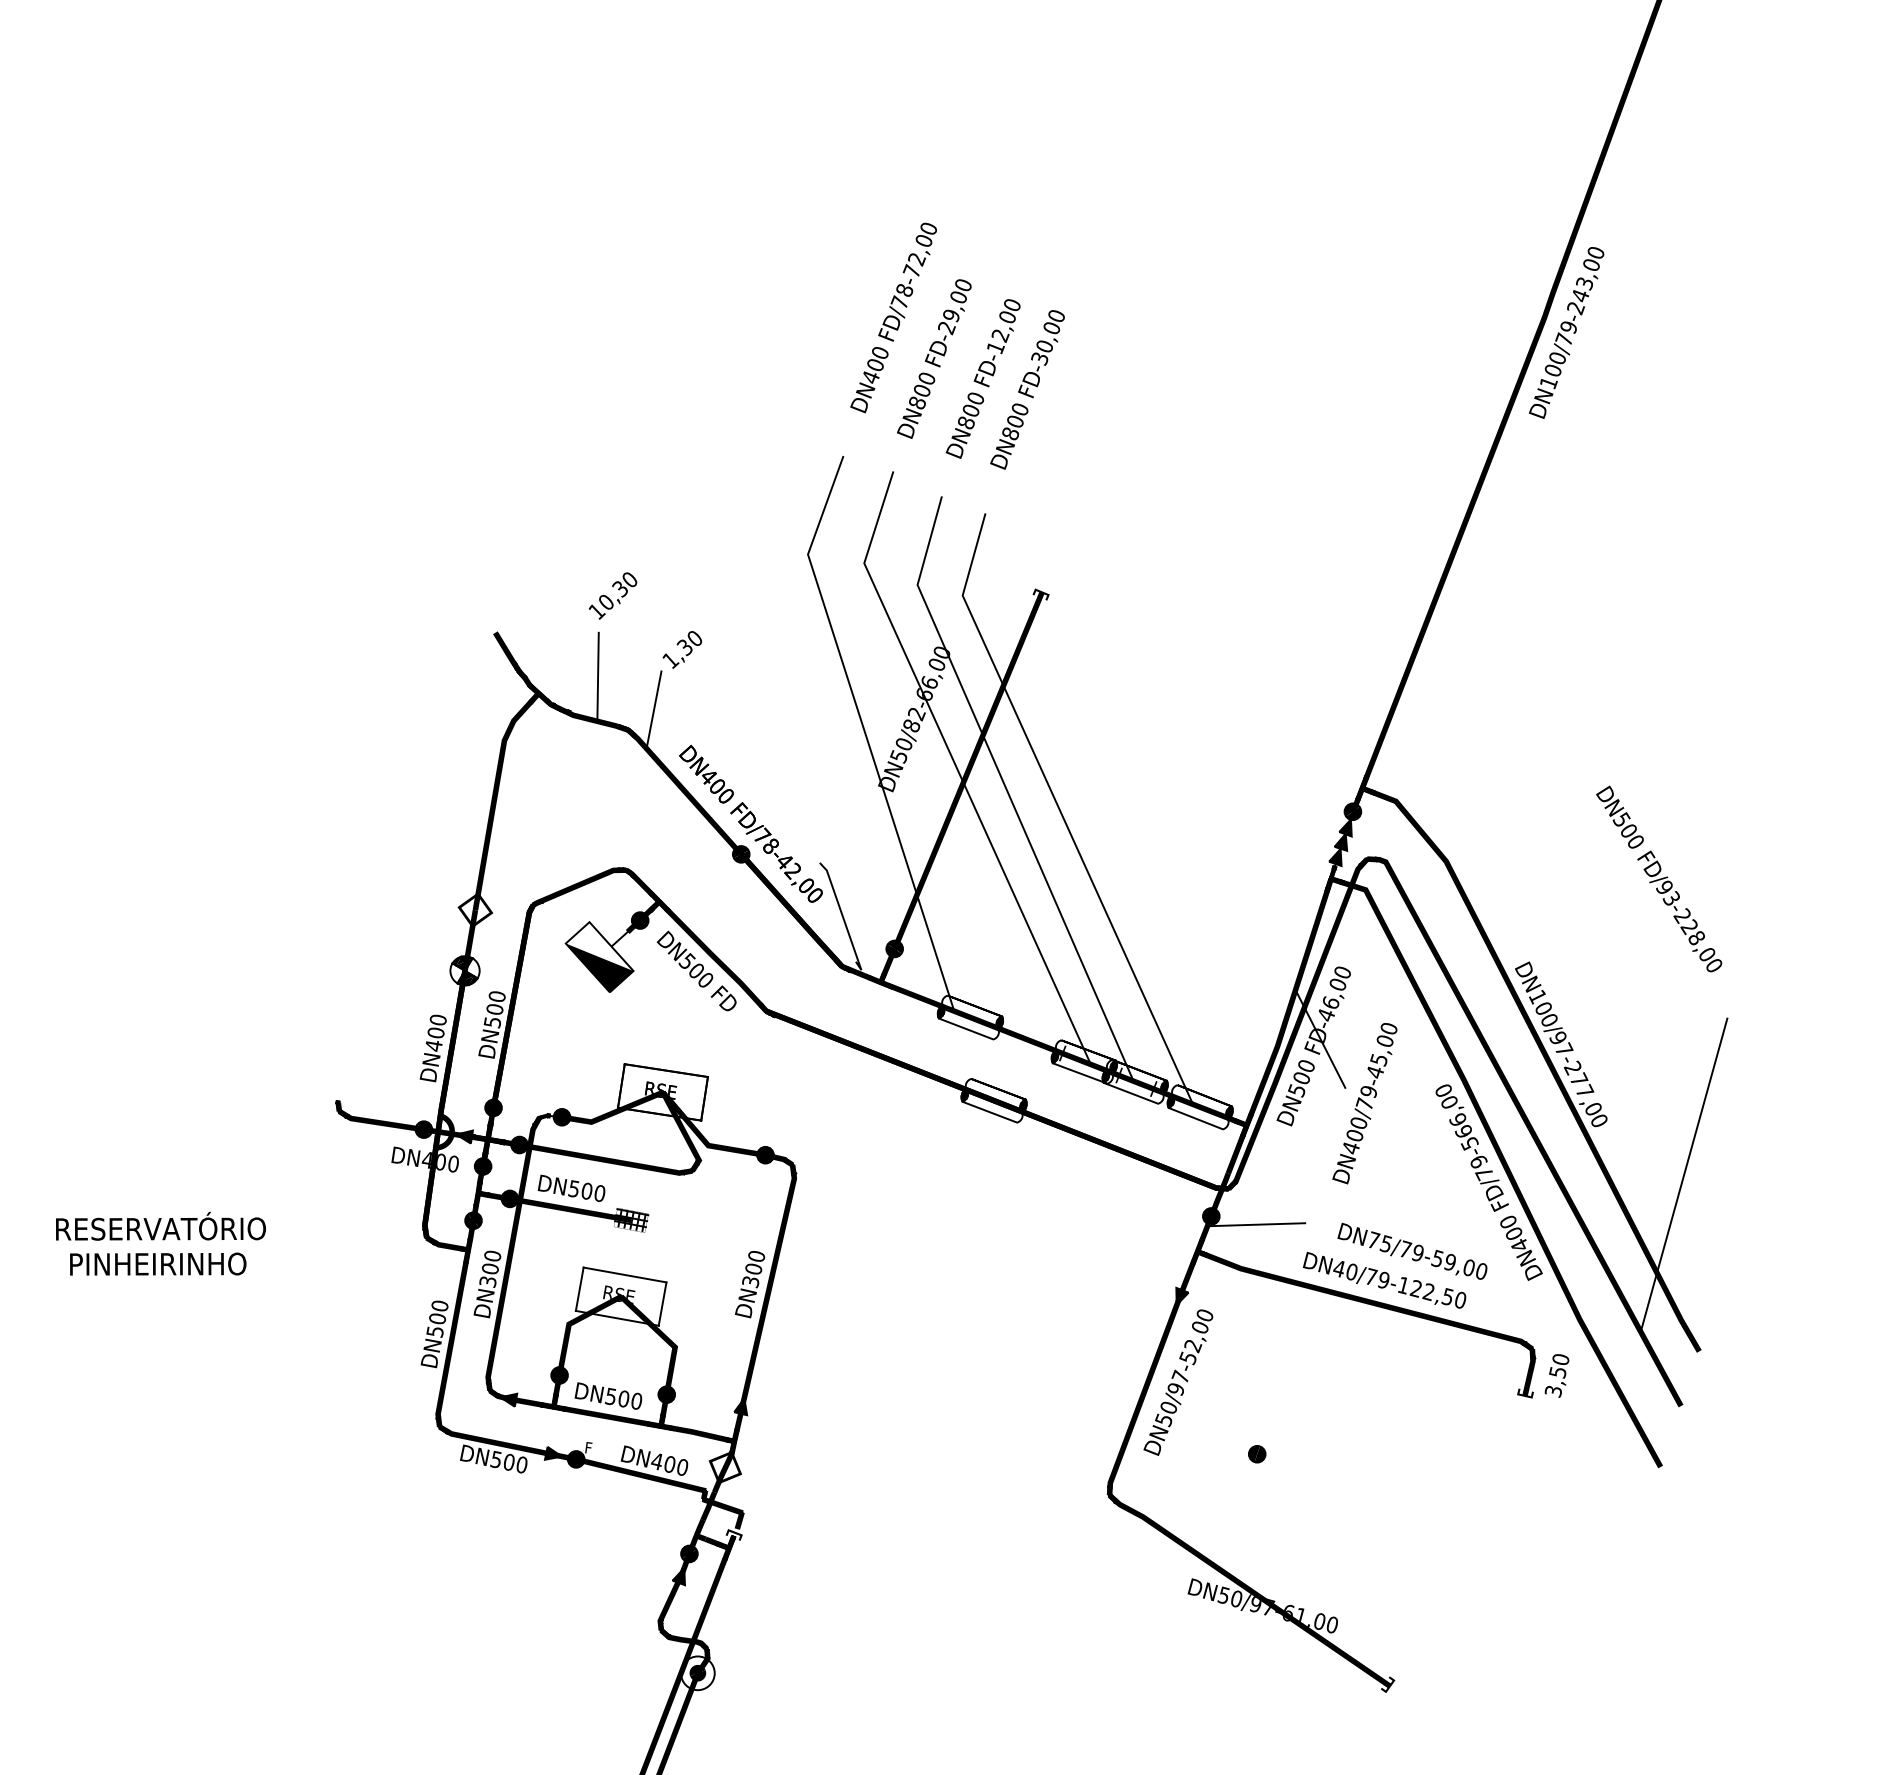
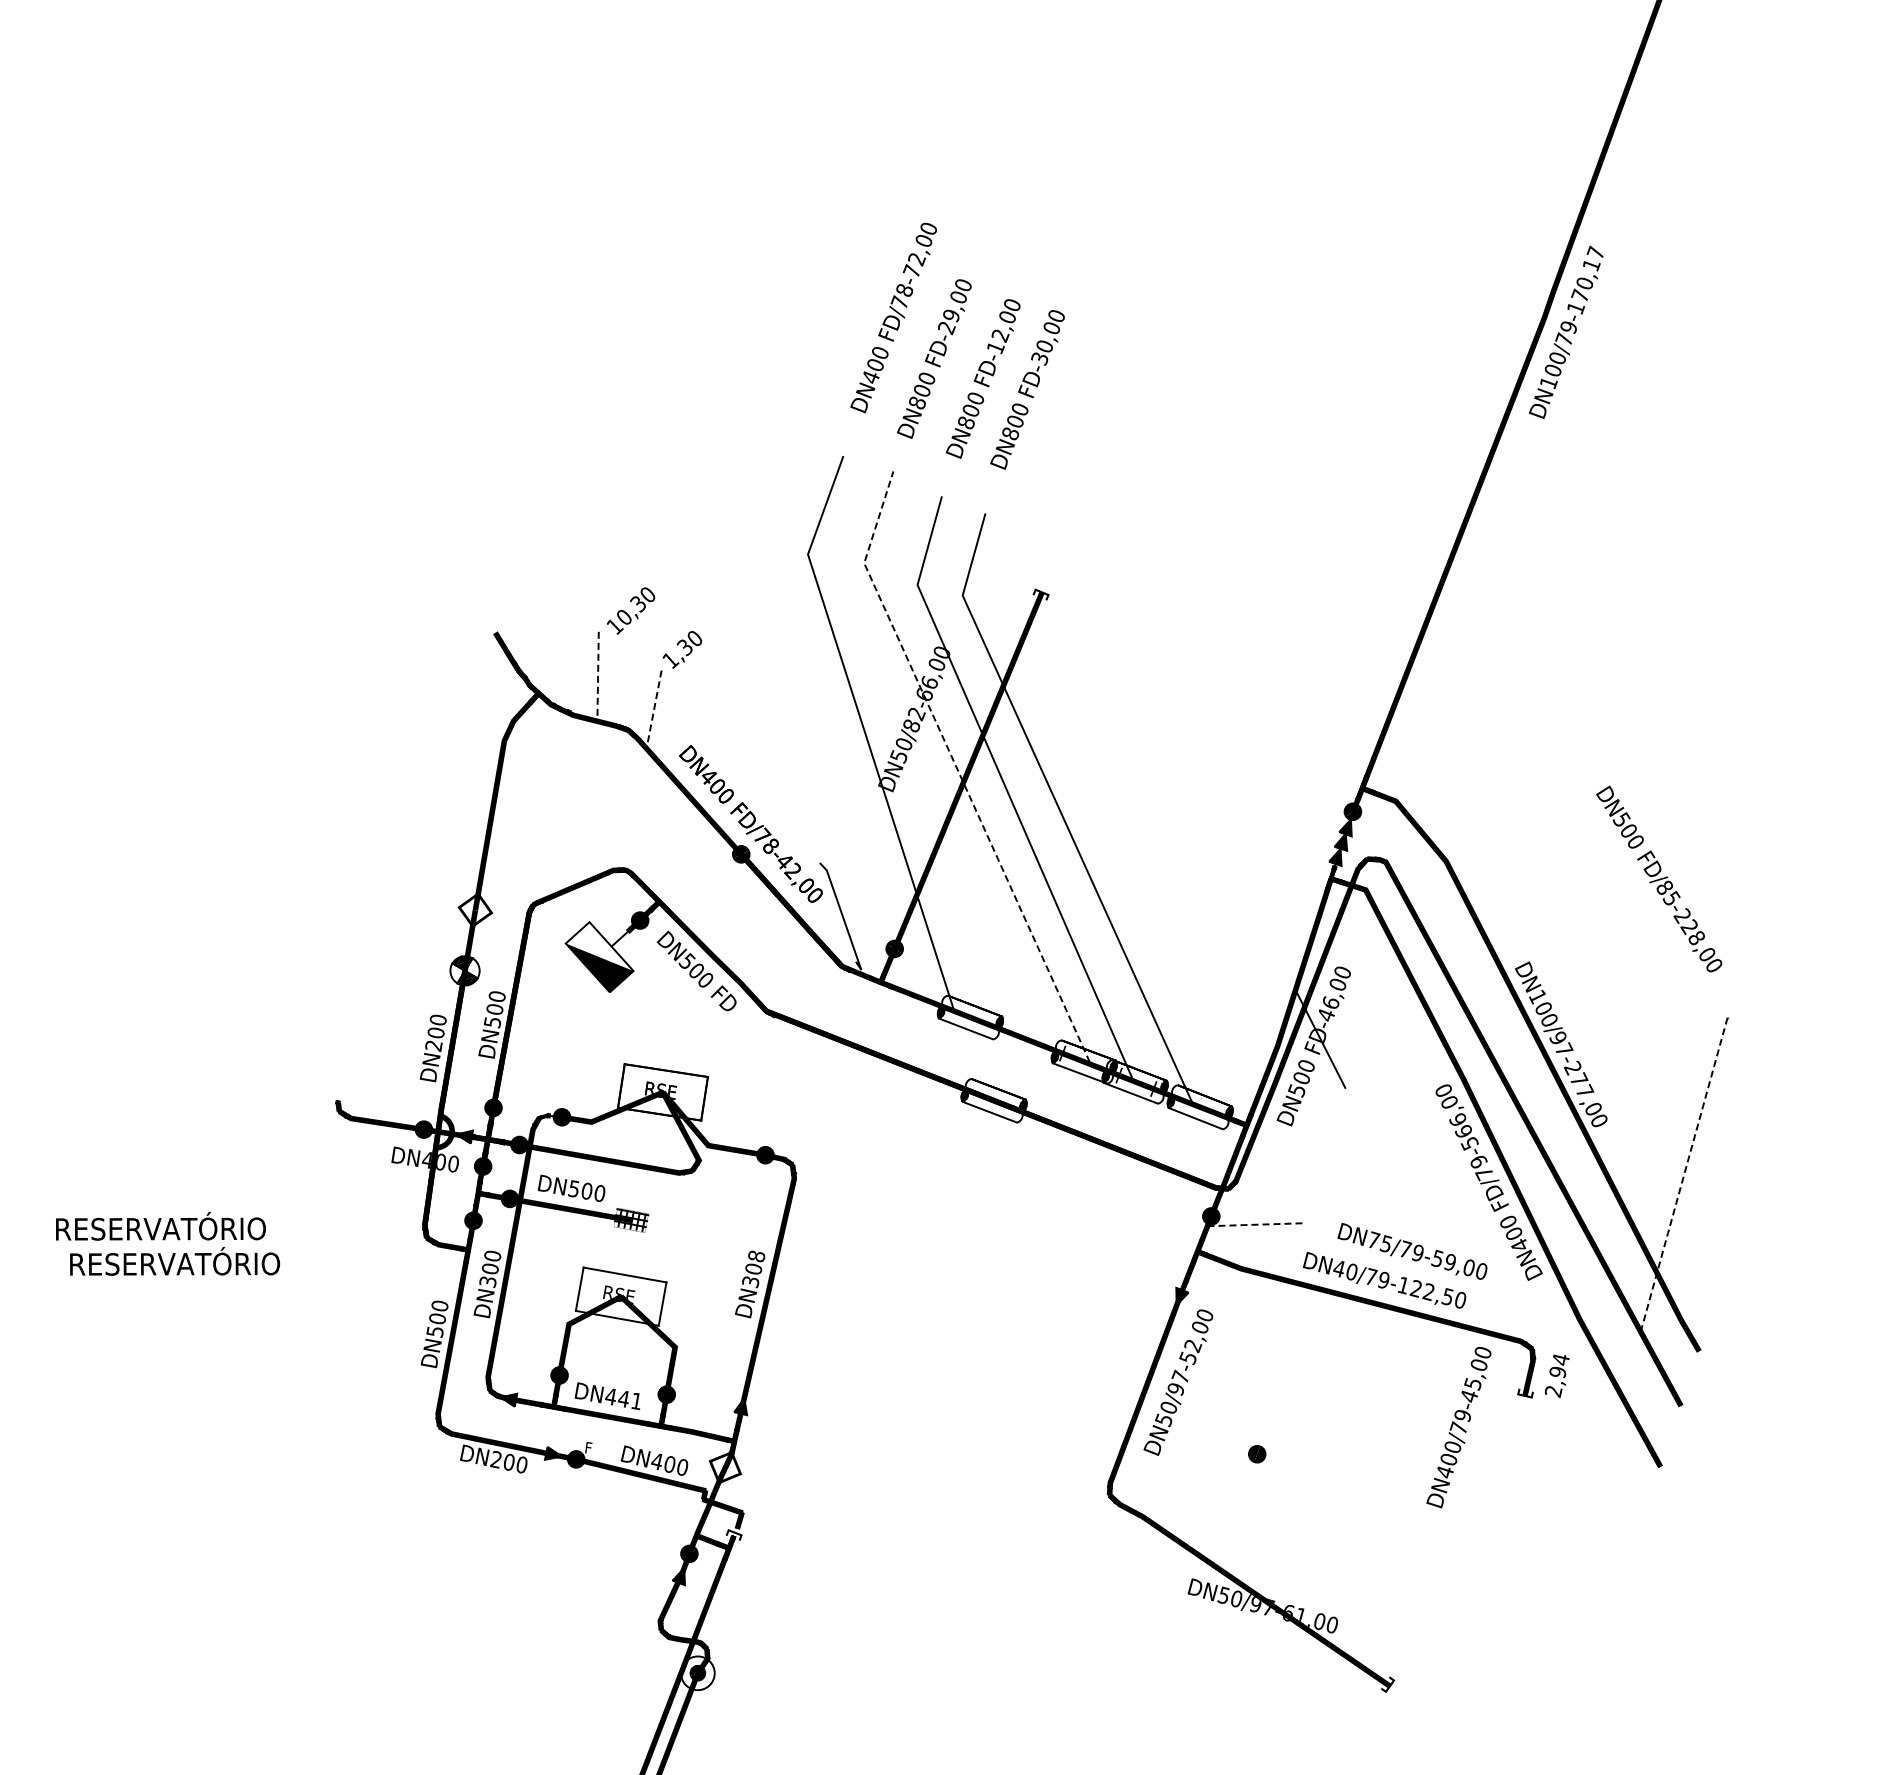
text at (1585, 280): DN100/79-243,00 -> DN100/79-170,17
text at (612, 595) position: (612, 595) -> (630, 610)
line at (598, 676): solid -> dashed
line at (654, 709): solid -> dashed
line at (956, 768): solid -> dashed
text at (1668, 892): FD/93-228,00 -> FD/85-228,00
text at (433, 1045): DN400 -> DN200
text at (1364, 1103) position: (1364, 1103) -> (1458, 1427)
line at (1684, 1174): solid -> dashed
line at (1257, 1224): solid -> dashed
text at (756, 1256): DN300 -> DN308
text at (176, 1261): PINHEIRINHO -> RESERVATÓRIO
text at (1556, 1375): 3,50 -> 2,94
text at (623, 1398): DN500 -> DN441
text at (495, 1459): DN500 -> DN200
